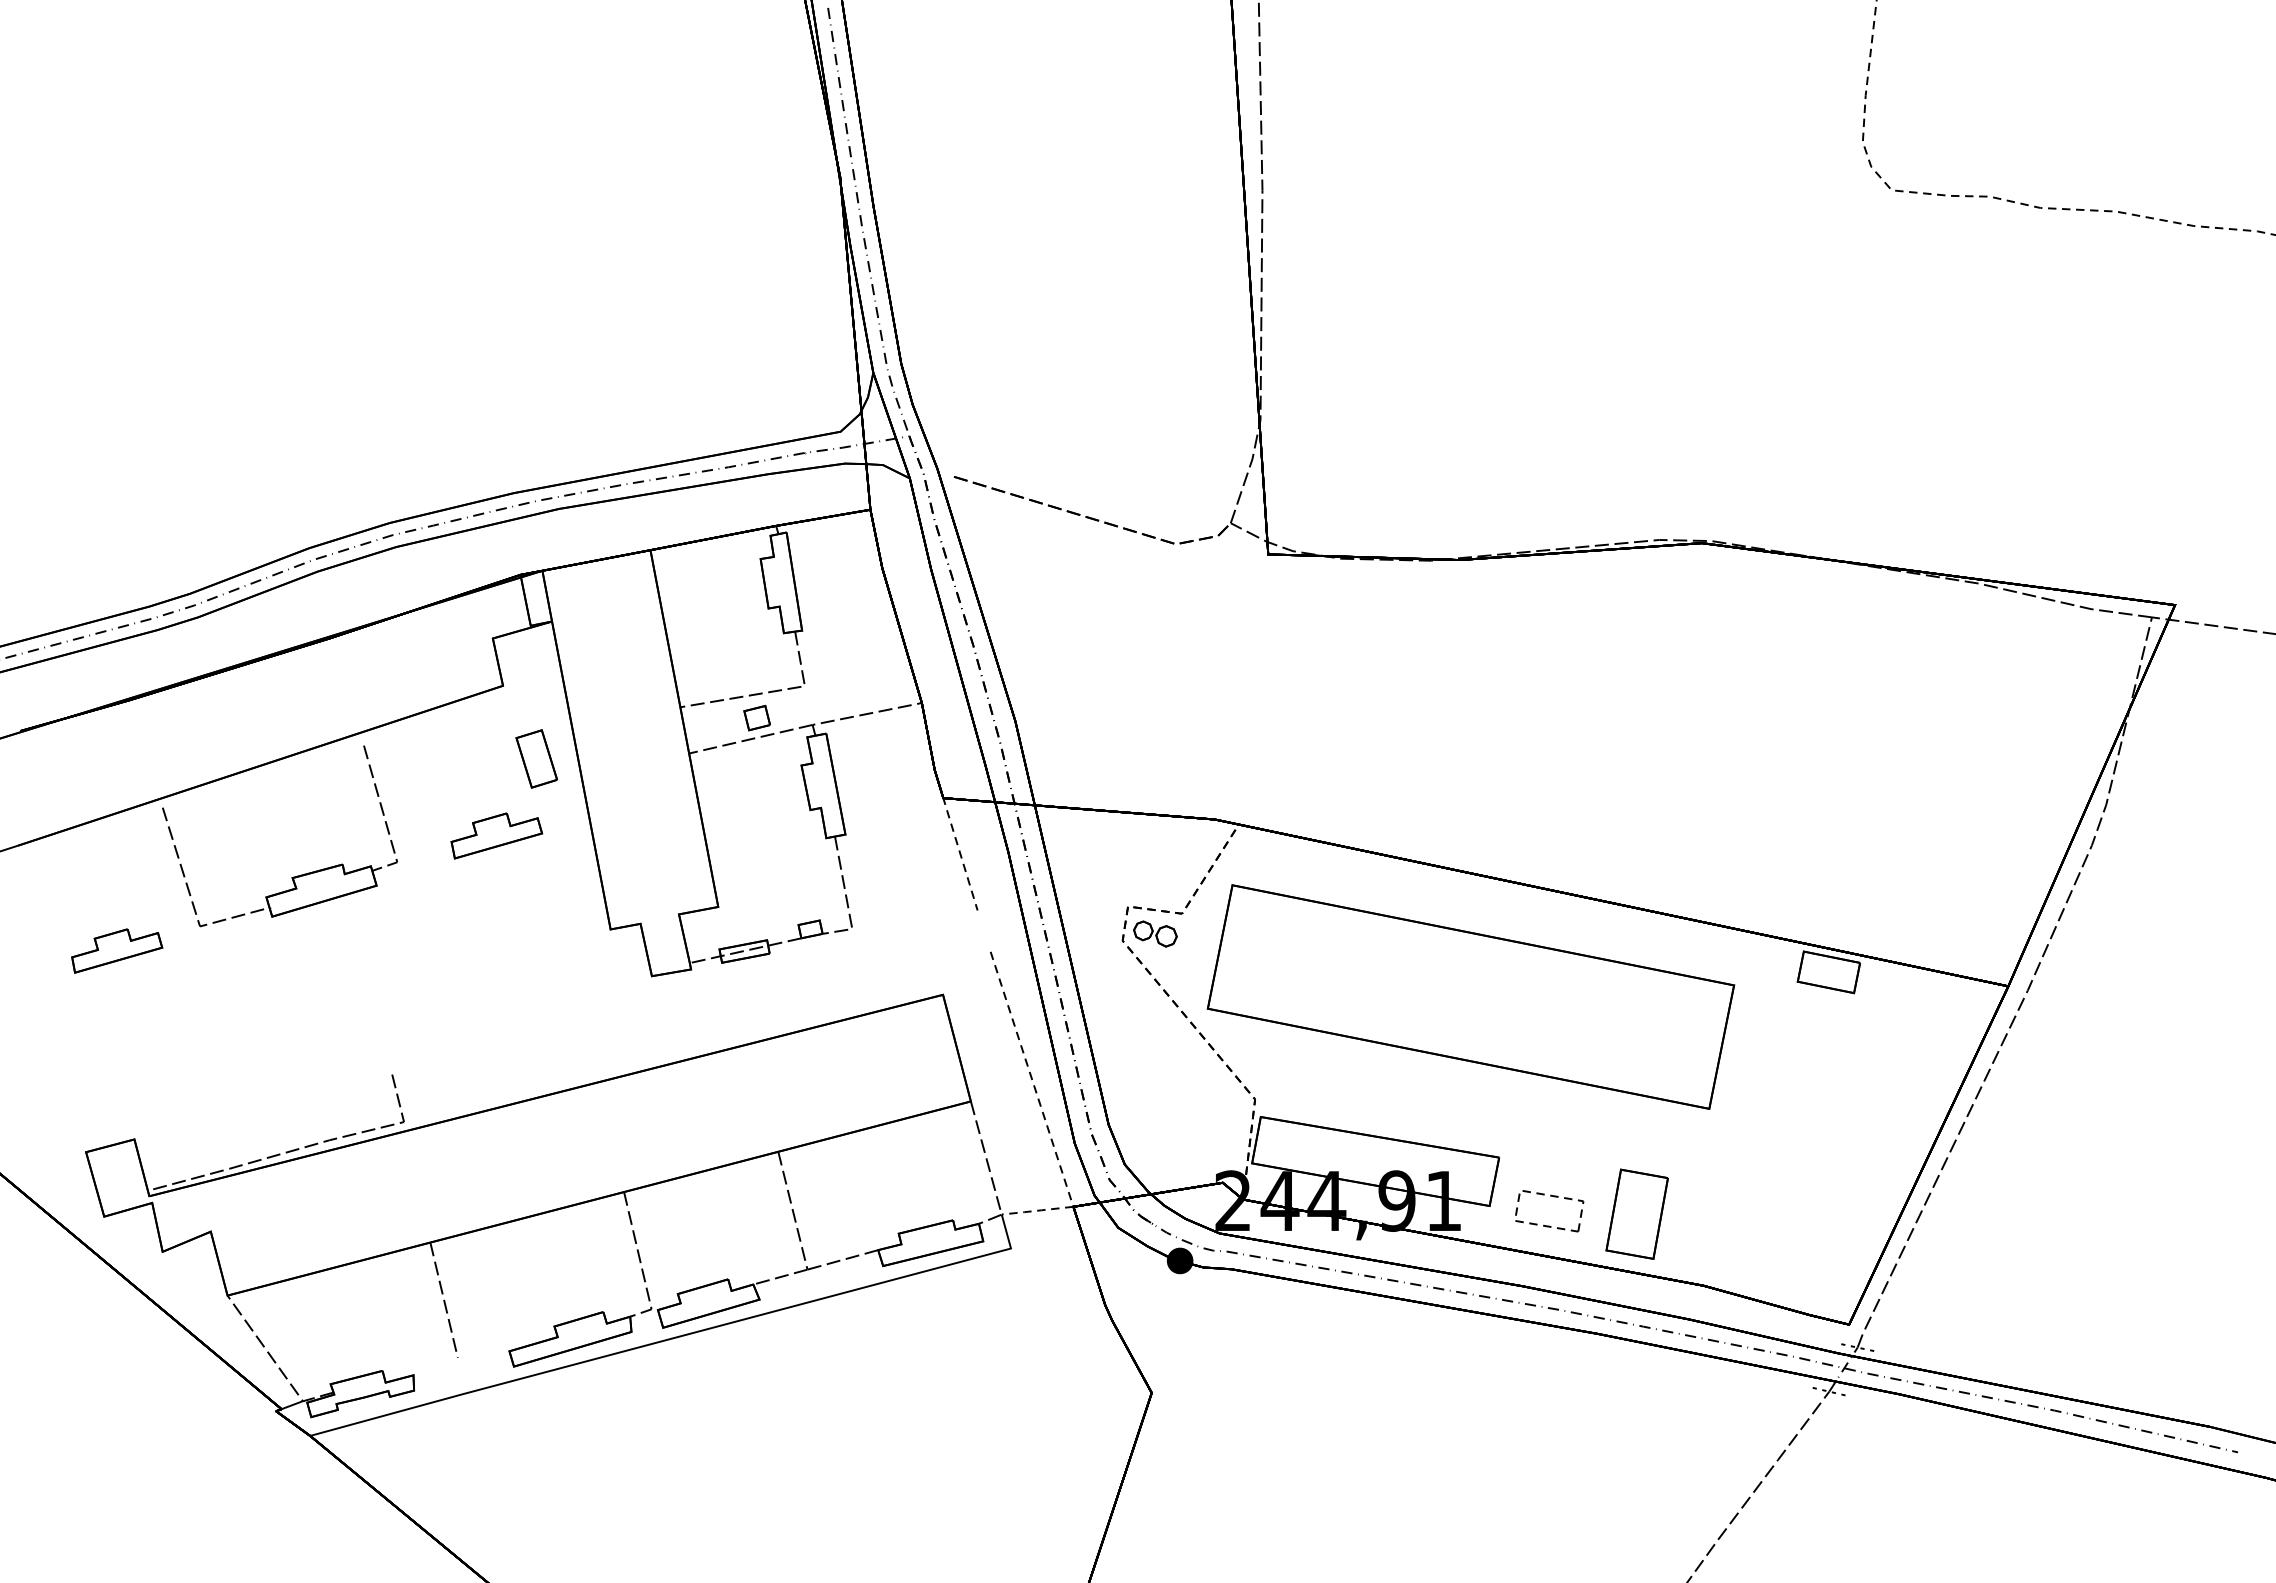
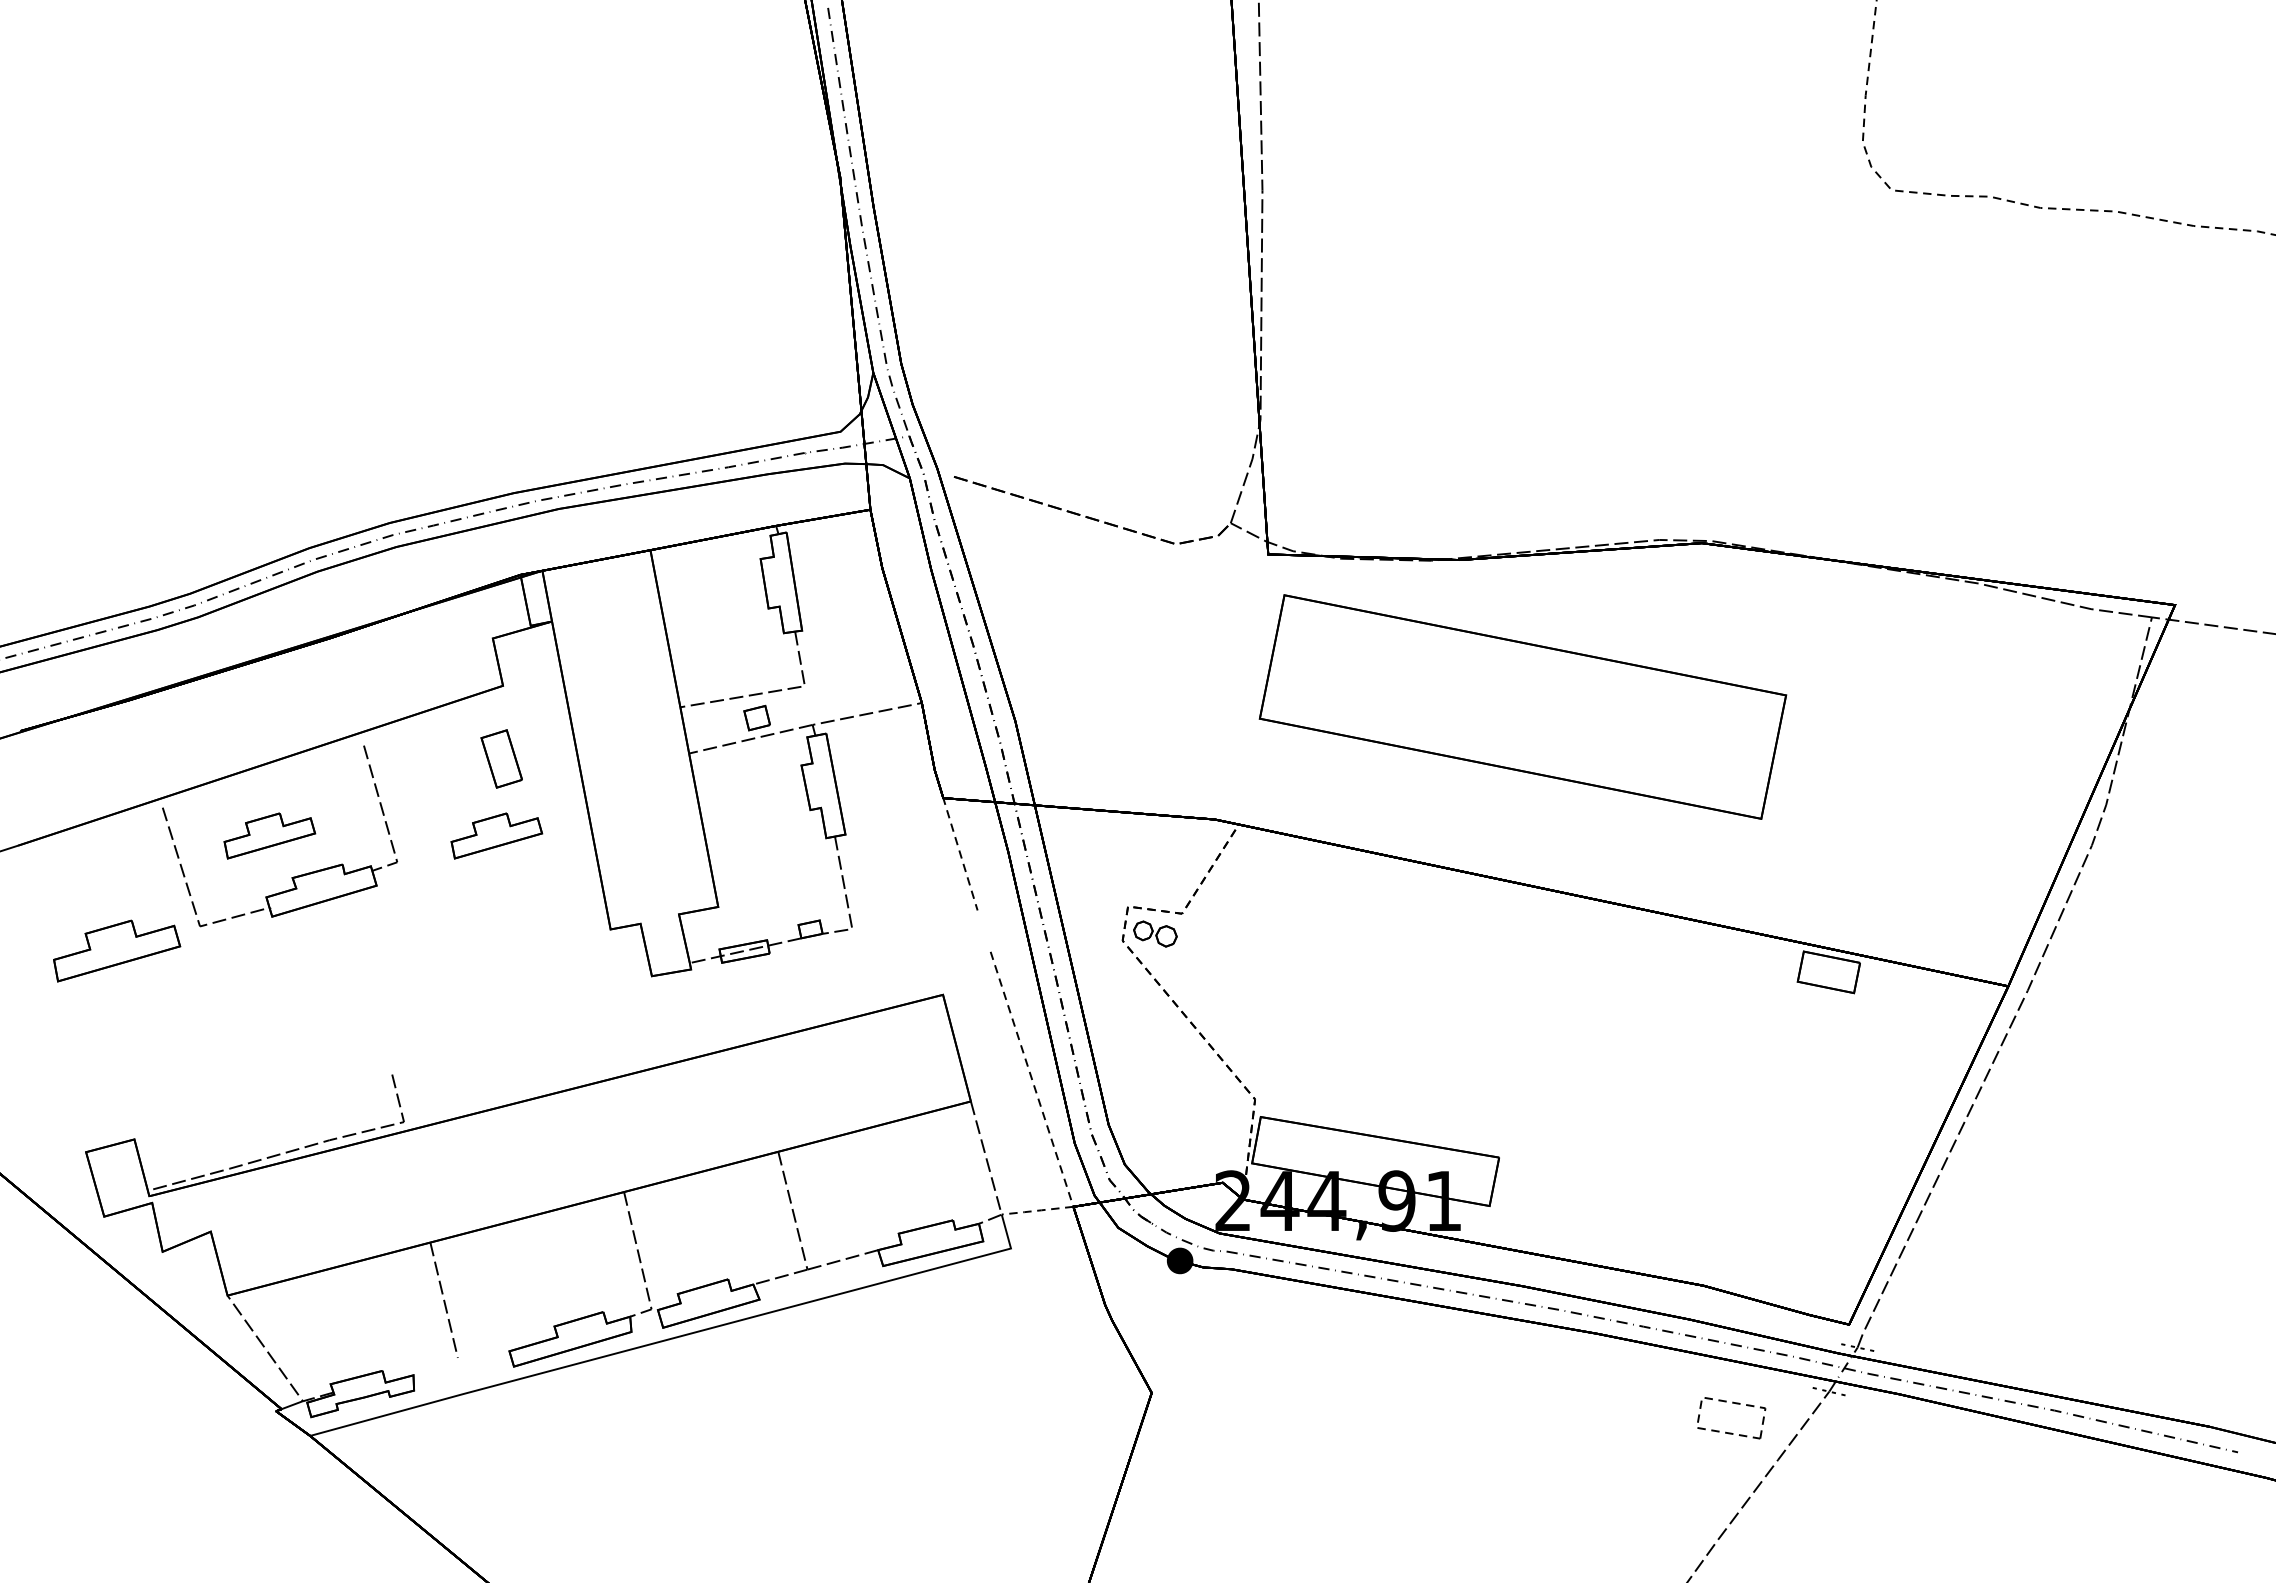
part at (536, 758) position: (536, 758) -> (501, 758)
part at (269, 835): none -> present
part at (117, 950) size: 93x46 px -> 129x64 px
part at (1470, 996) position: (1470, 996) -> (1522, 706)
part at (1636, 1213): present -> none
part at (1549, 1225) position: (1549, 1225) -> (1731, 1432)
